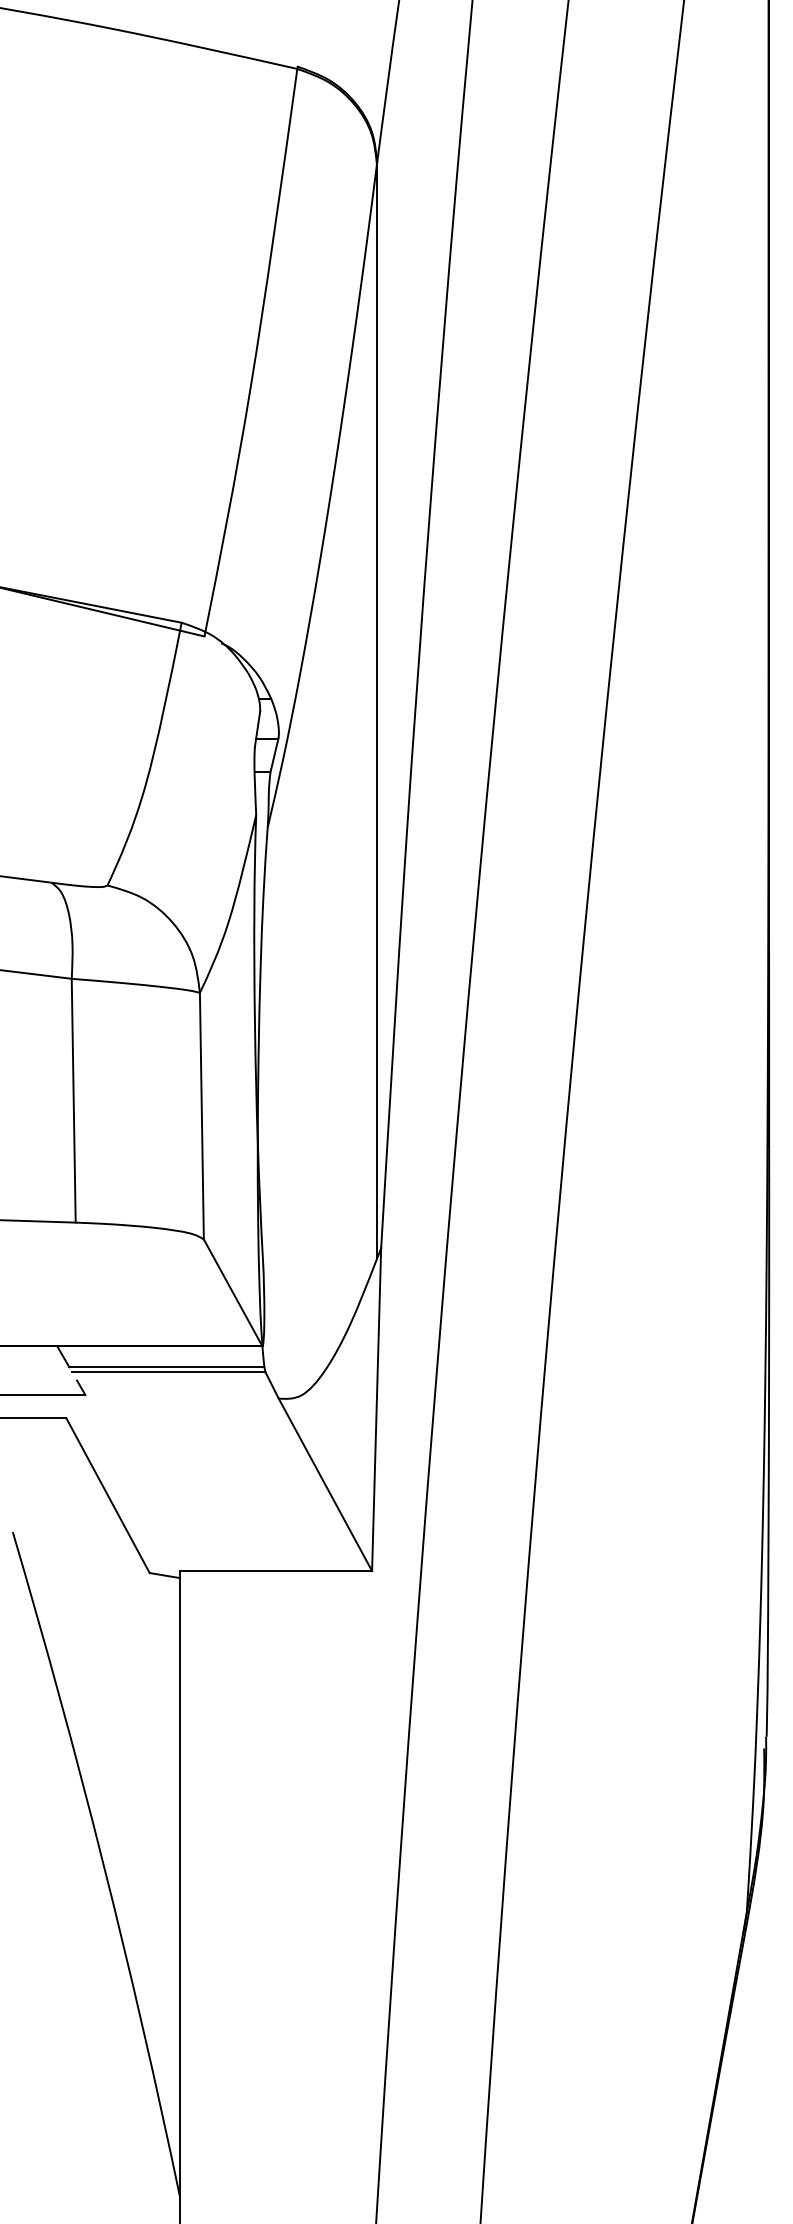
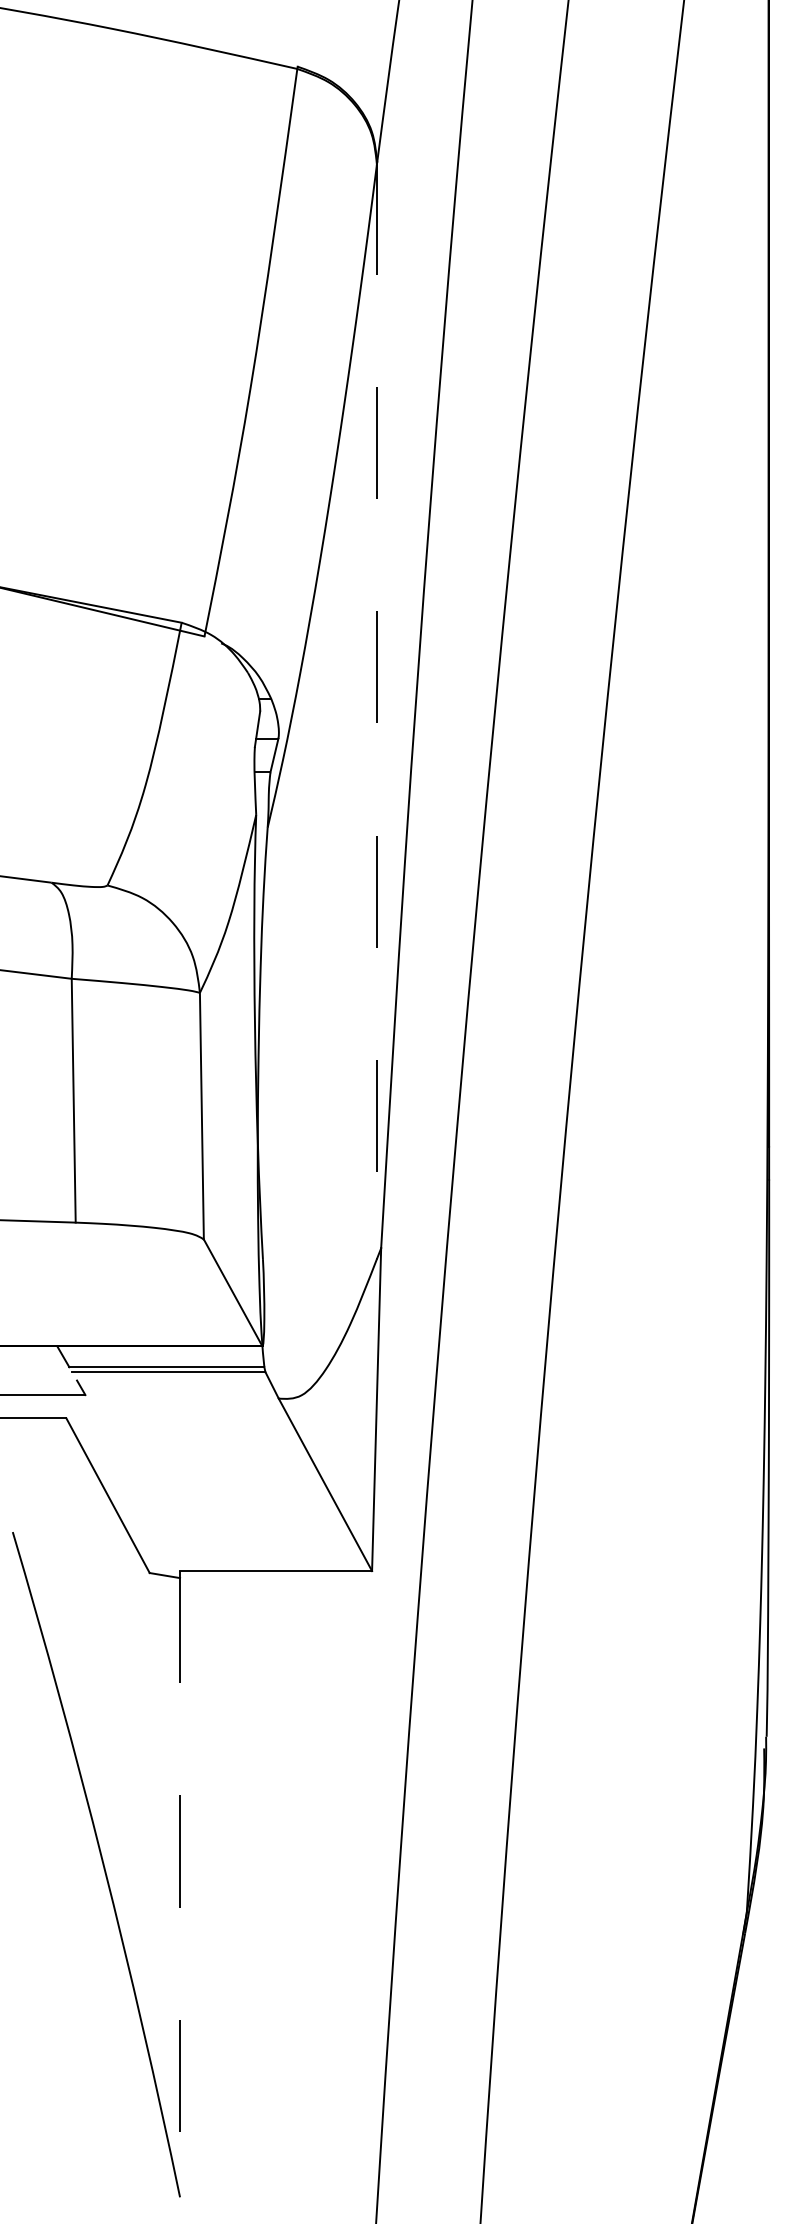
line at (377, 710): solid -> dashed
line at (180, 1897): solid -> dashed
